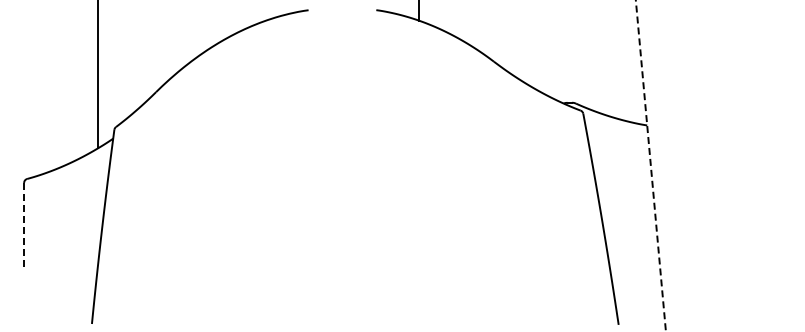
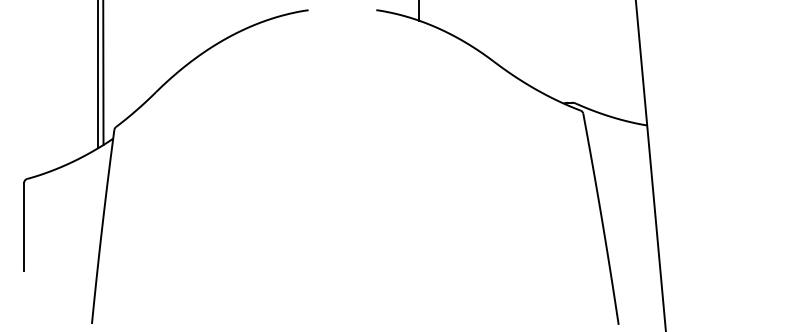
line at (103, 73): none -> present
line at (650, 165): dashed -> solid
line at (24, 227): dashed -> solid
